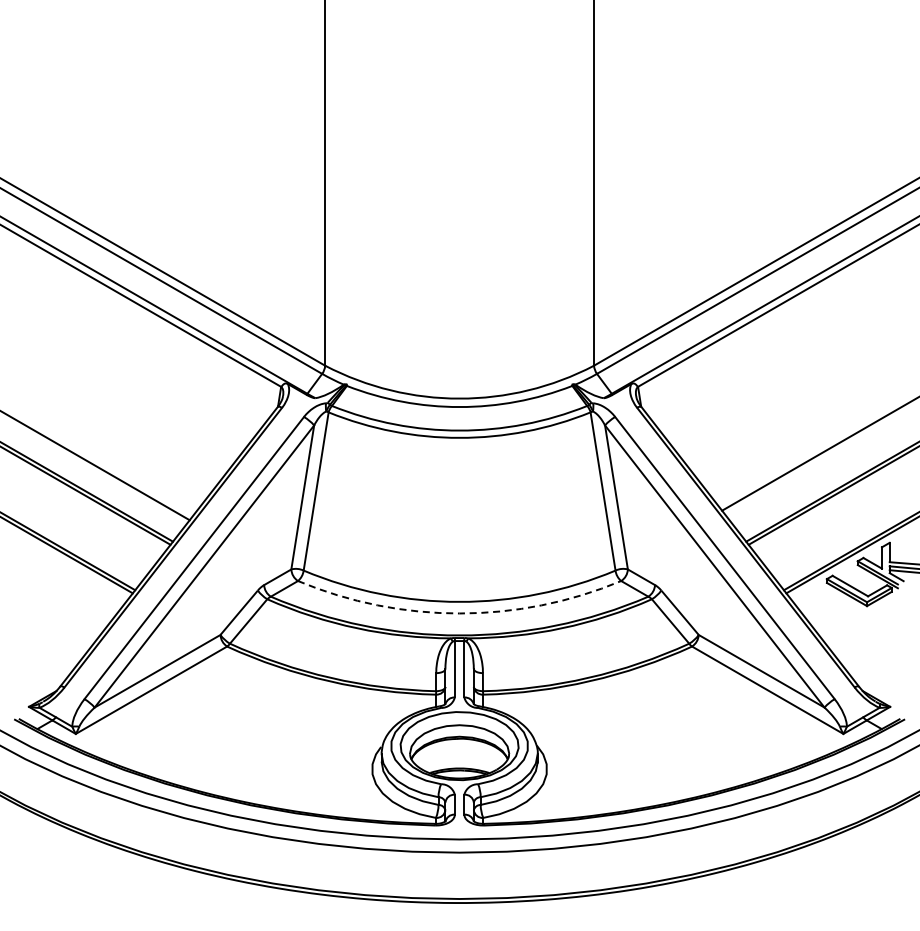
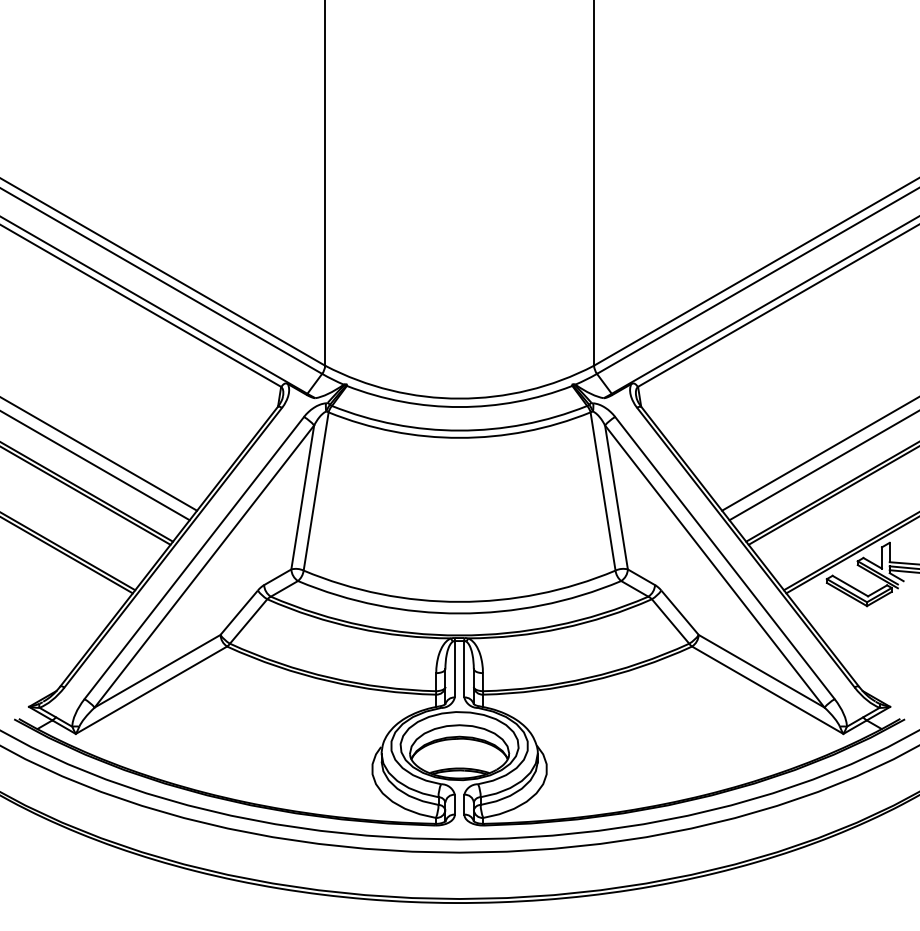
line at (99, 454): none -> present
line at (822, 466): none -> present
arc at (459, 613): dashed -> solid
